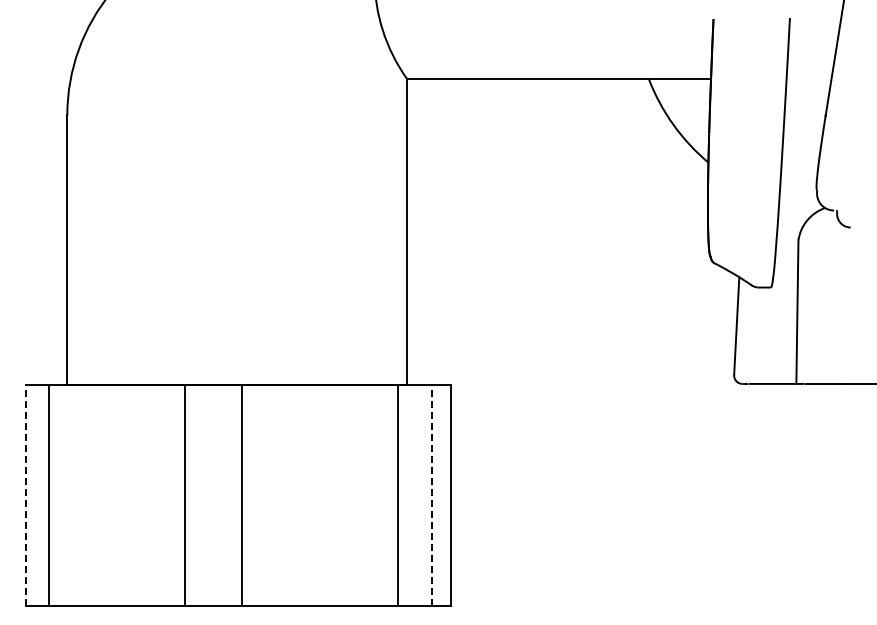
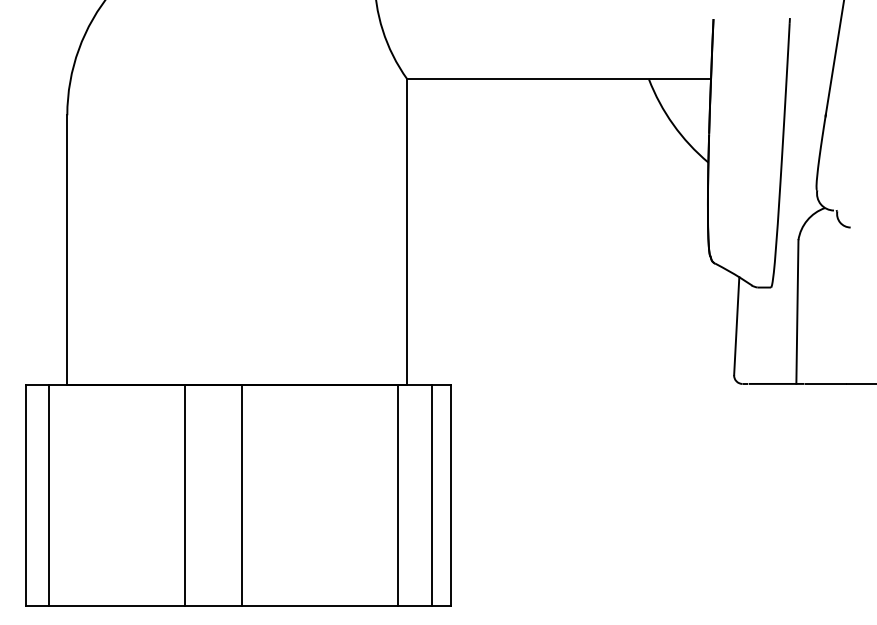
line at (26, 495): dashed -> solid
line at (431, 495): dashed -> solid
